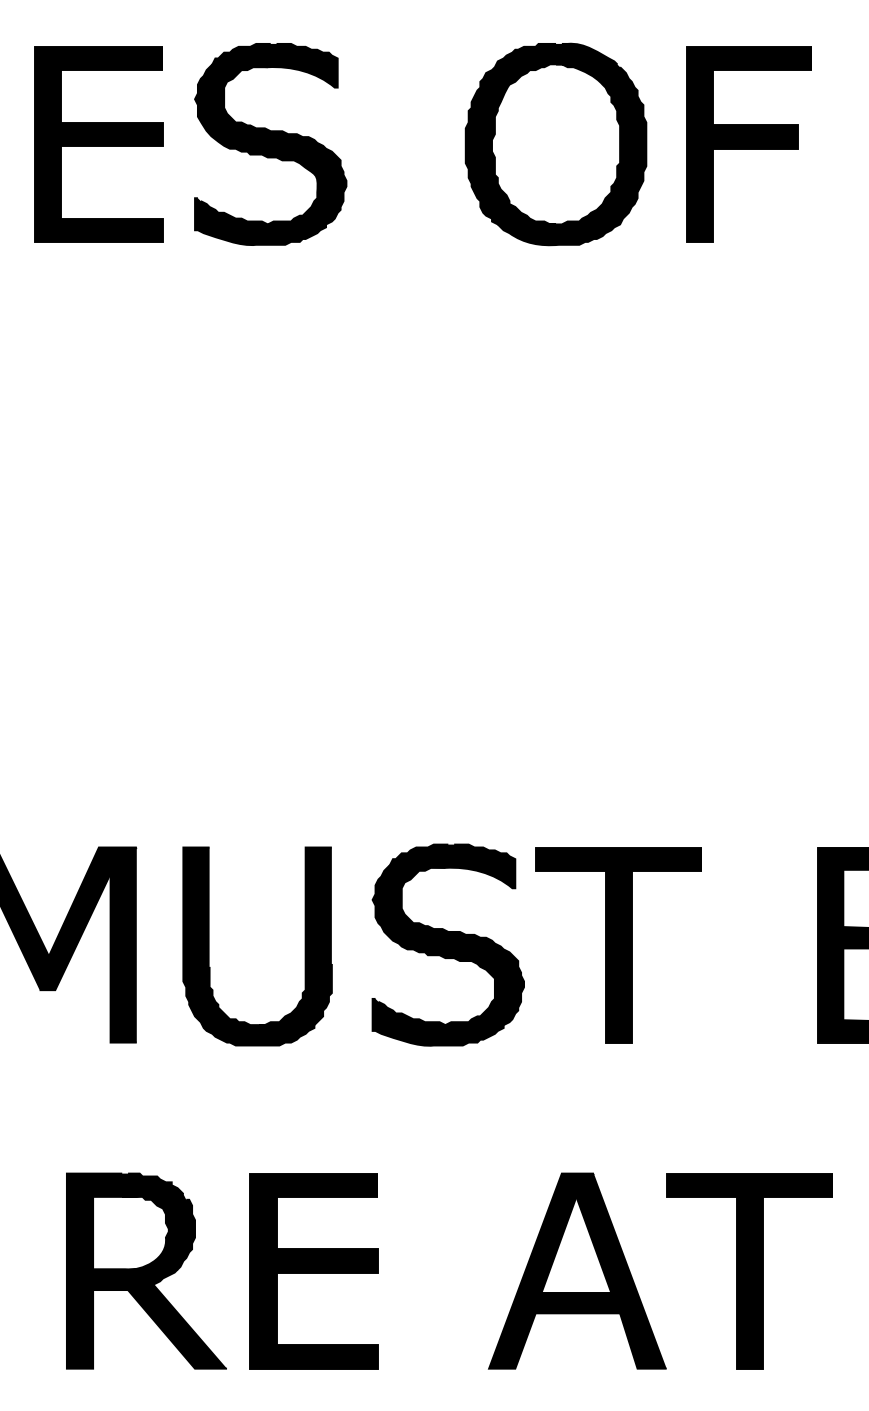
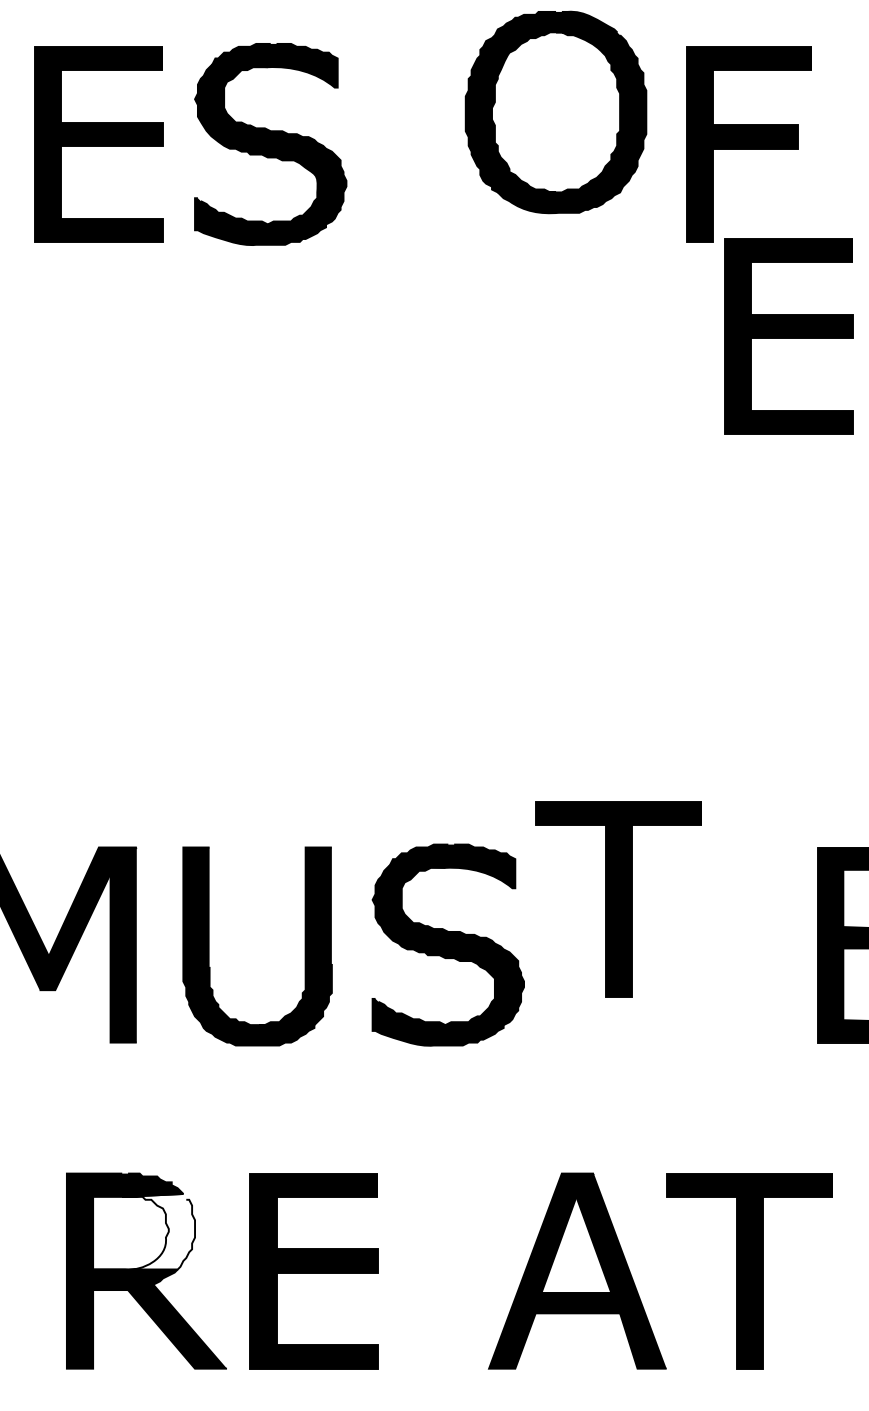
part at (555, 144) position: (555, 144) -> (555, 112)
part at (788, 336): none -> present
part at (618, 945) position: (618, 945) -> (618, 899)
fill at (144, 1231): present -> none
